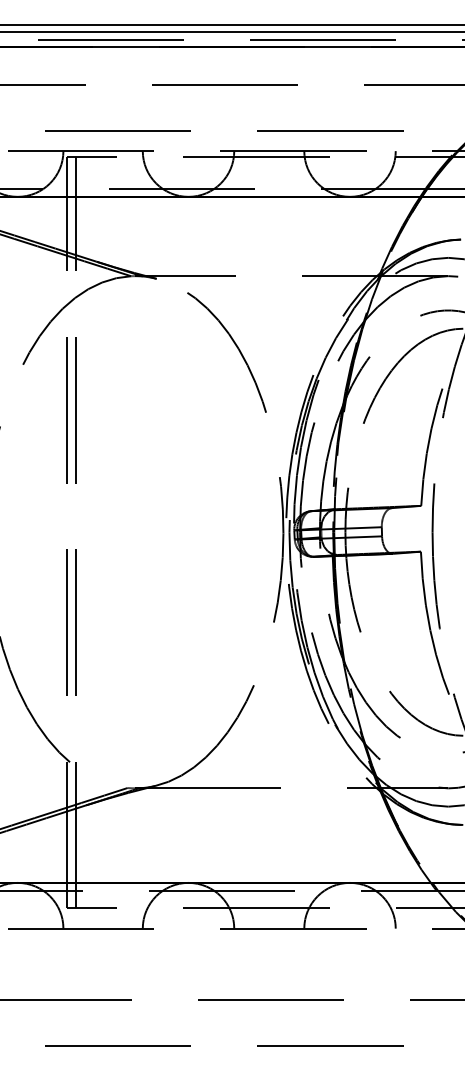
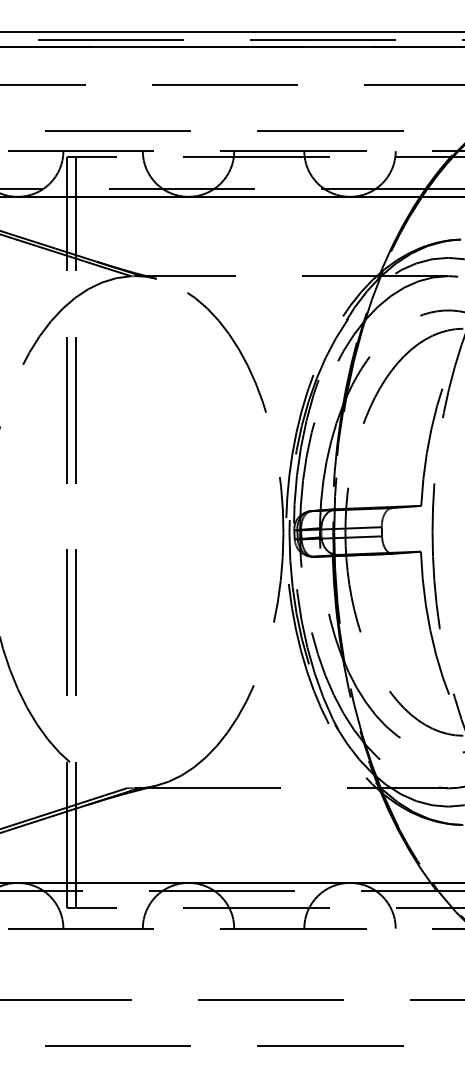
line at (231, 25): present -> none
